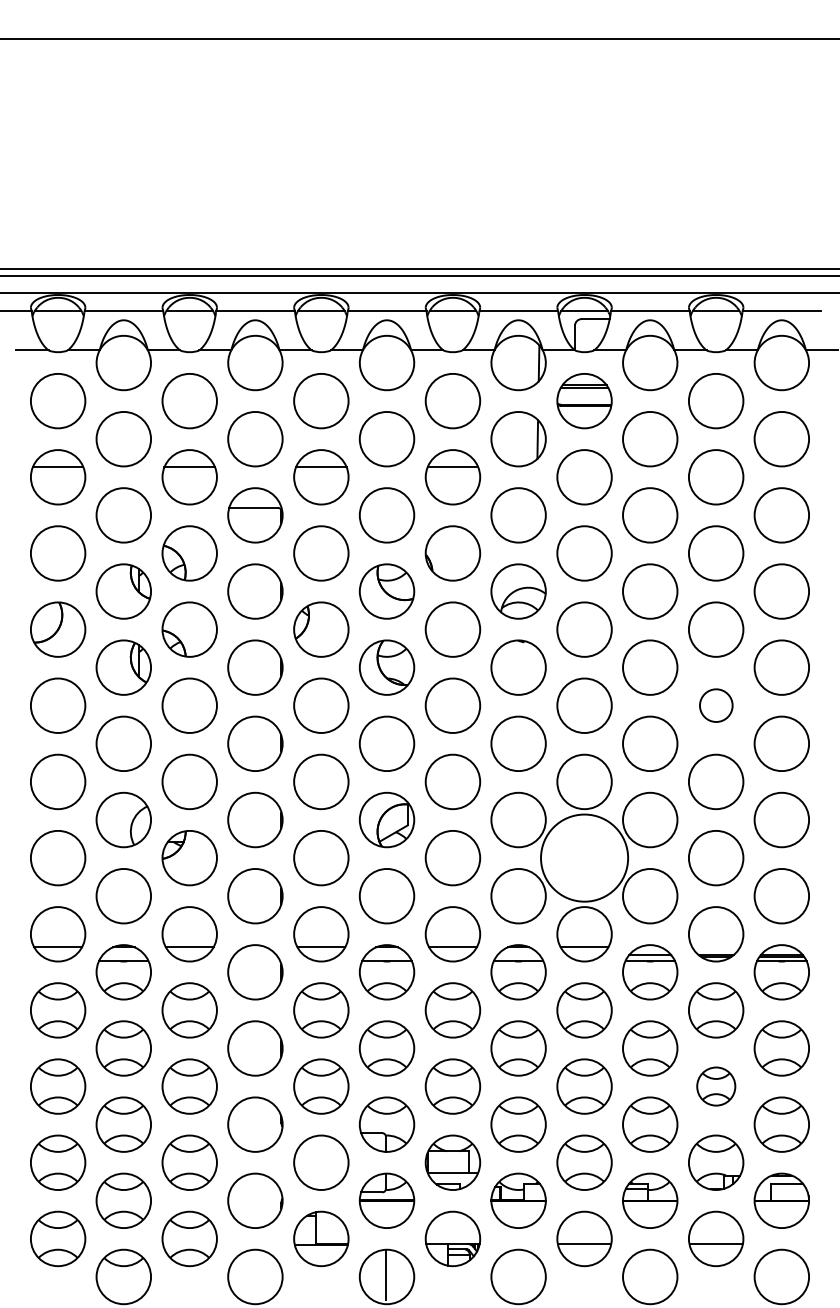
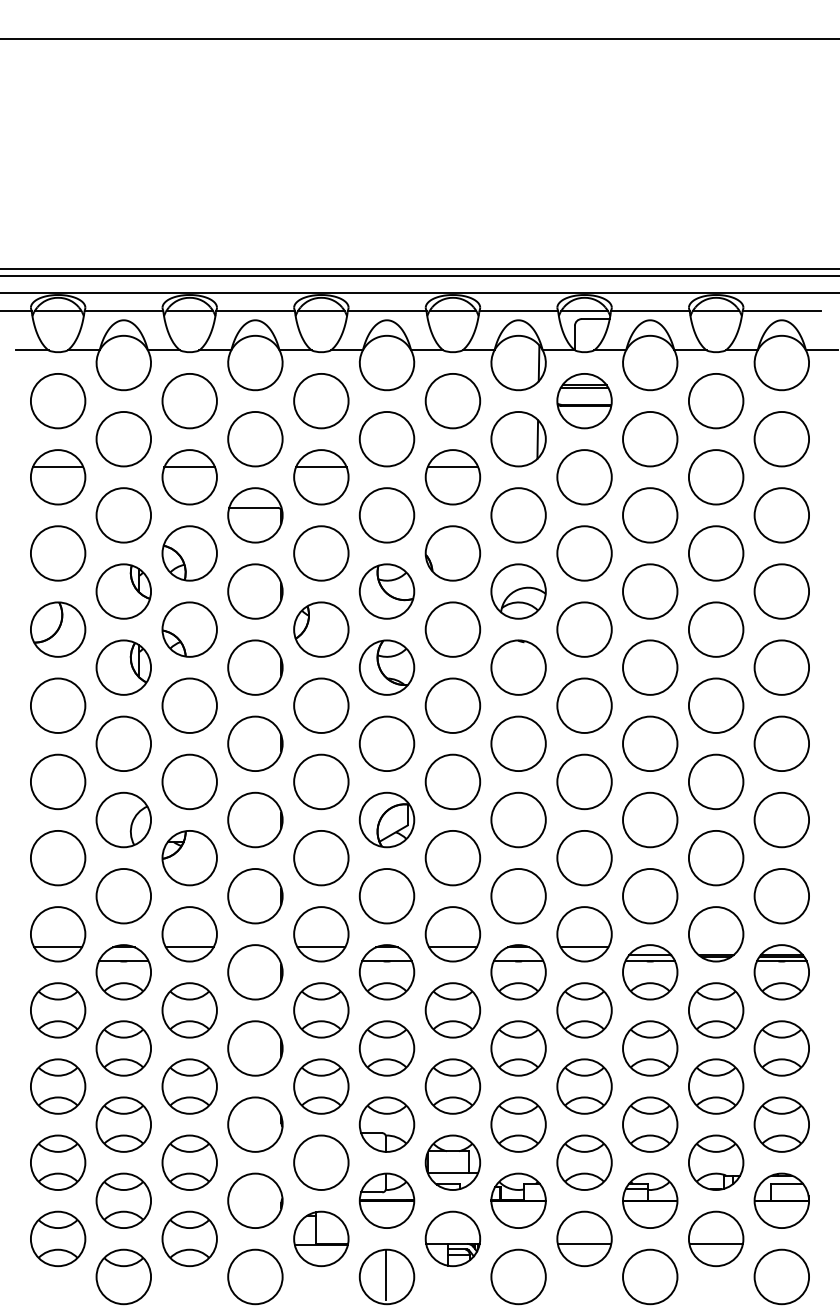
circle at (716, 705) size: 35x35 px -> 57x57 px
circle at (584, 857) diameter: 87 px -> 54 px
part at (716, 1086) size: 41x41 px -> 57x57 px
